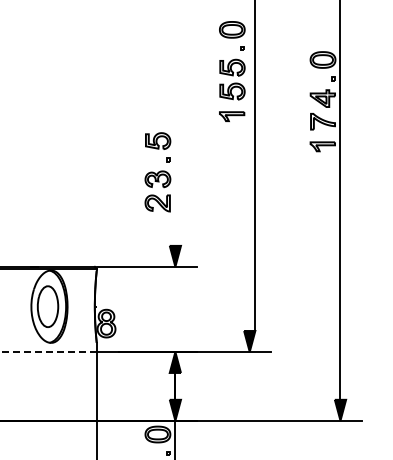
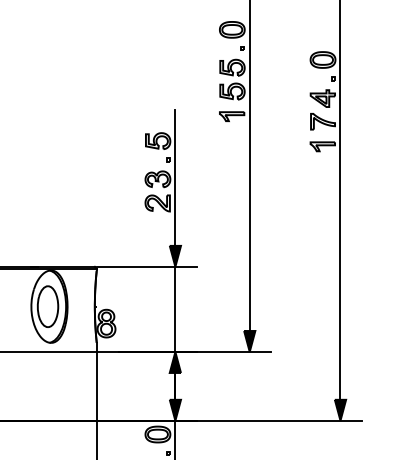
line at (254, 166) position: (254, 166) -> (249, 166)
line at (175, 177): none -> present
line at (175, 308): none -> present
line at (48, 351): dashed -> solid
